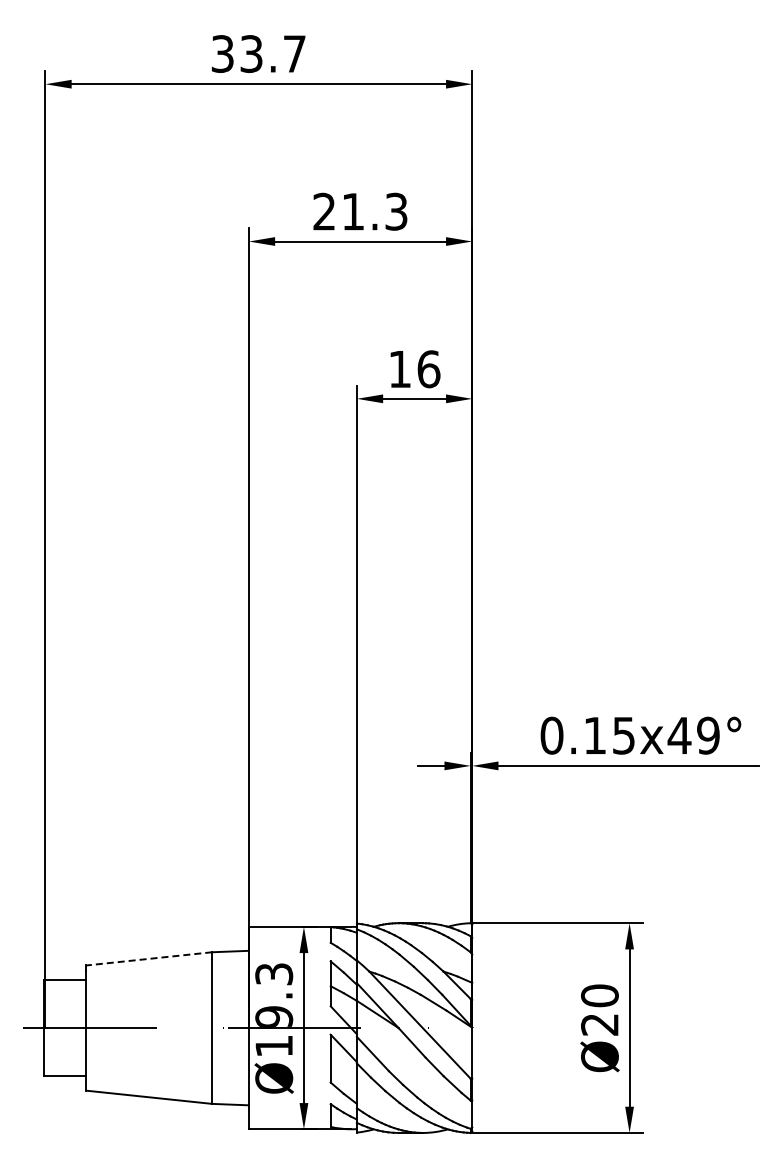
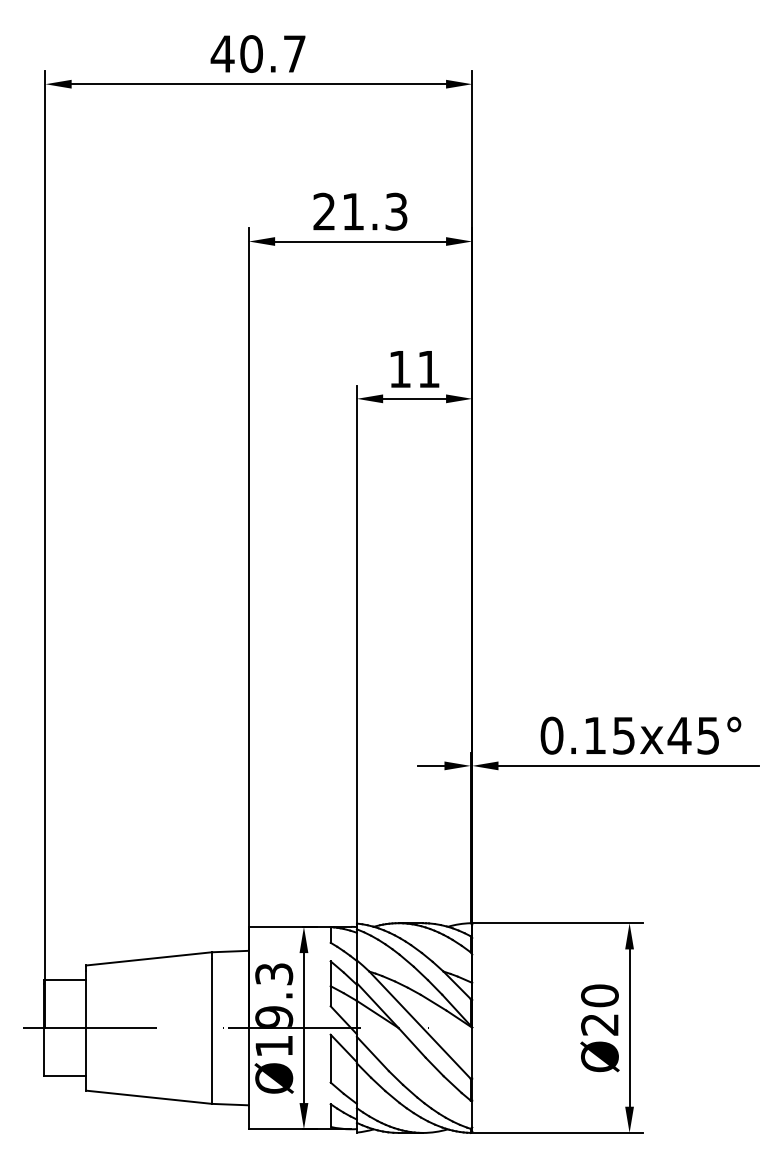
text at (236, 54): 33.7 -> 40.7
text at (428, 369): 16 -> 11
text at (708, 735): 0.15x49° -> 0.15x45°
line at (148, 958): dashed -> solid
